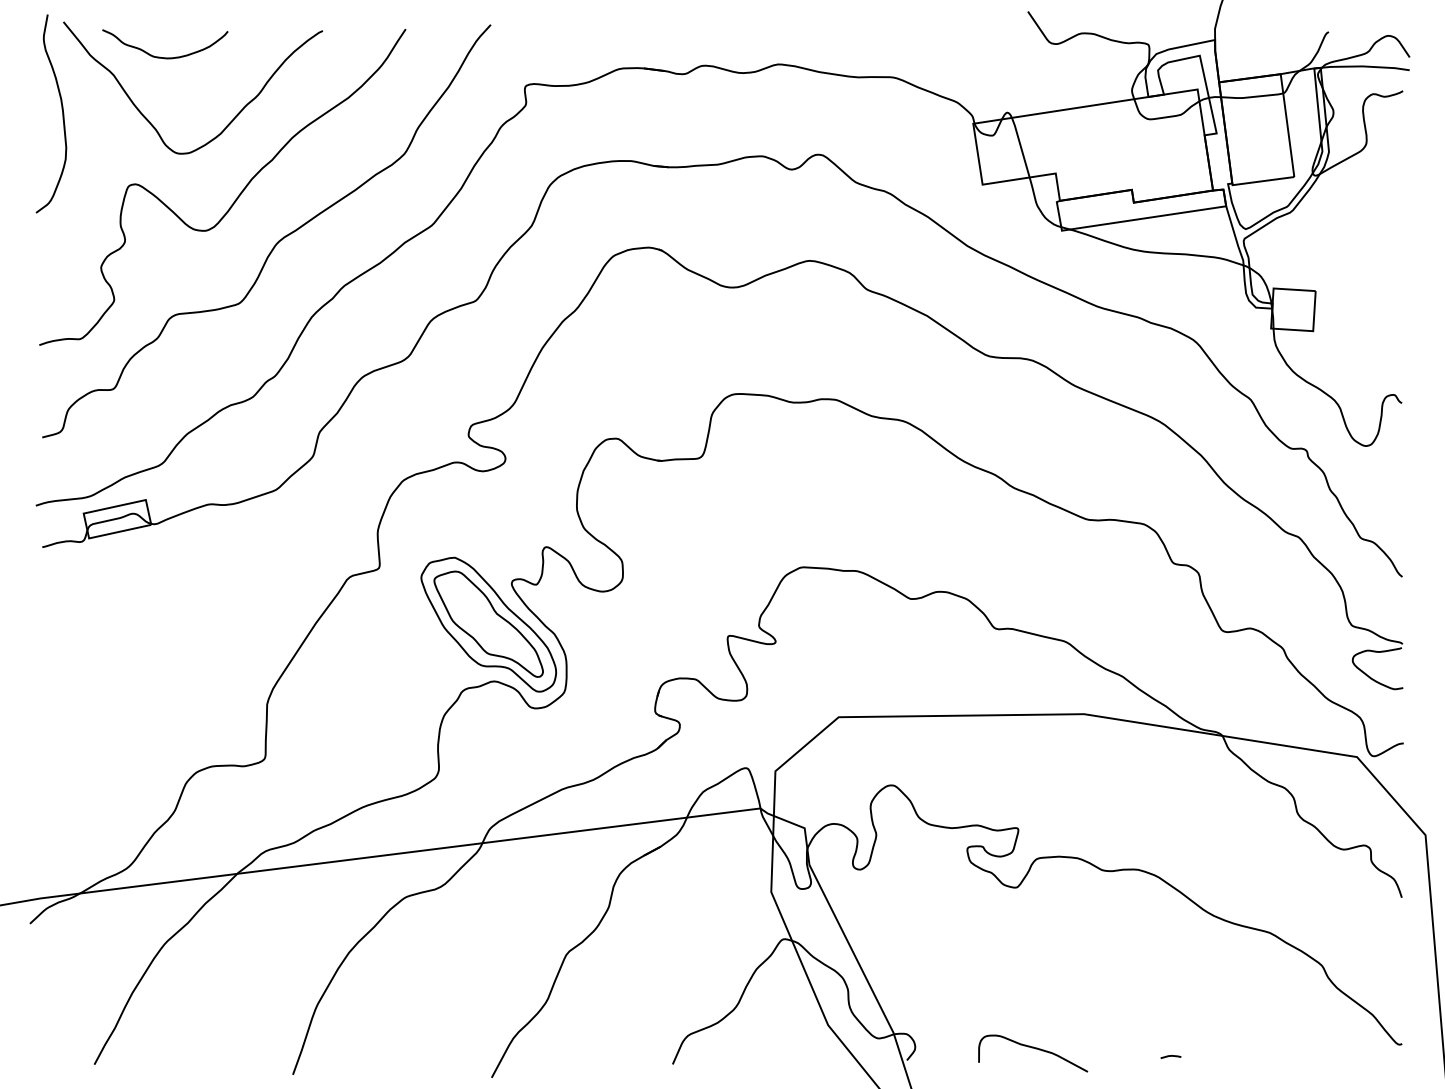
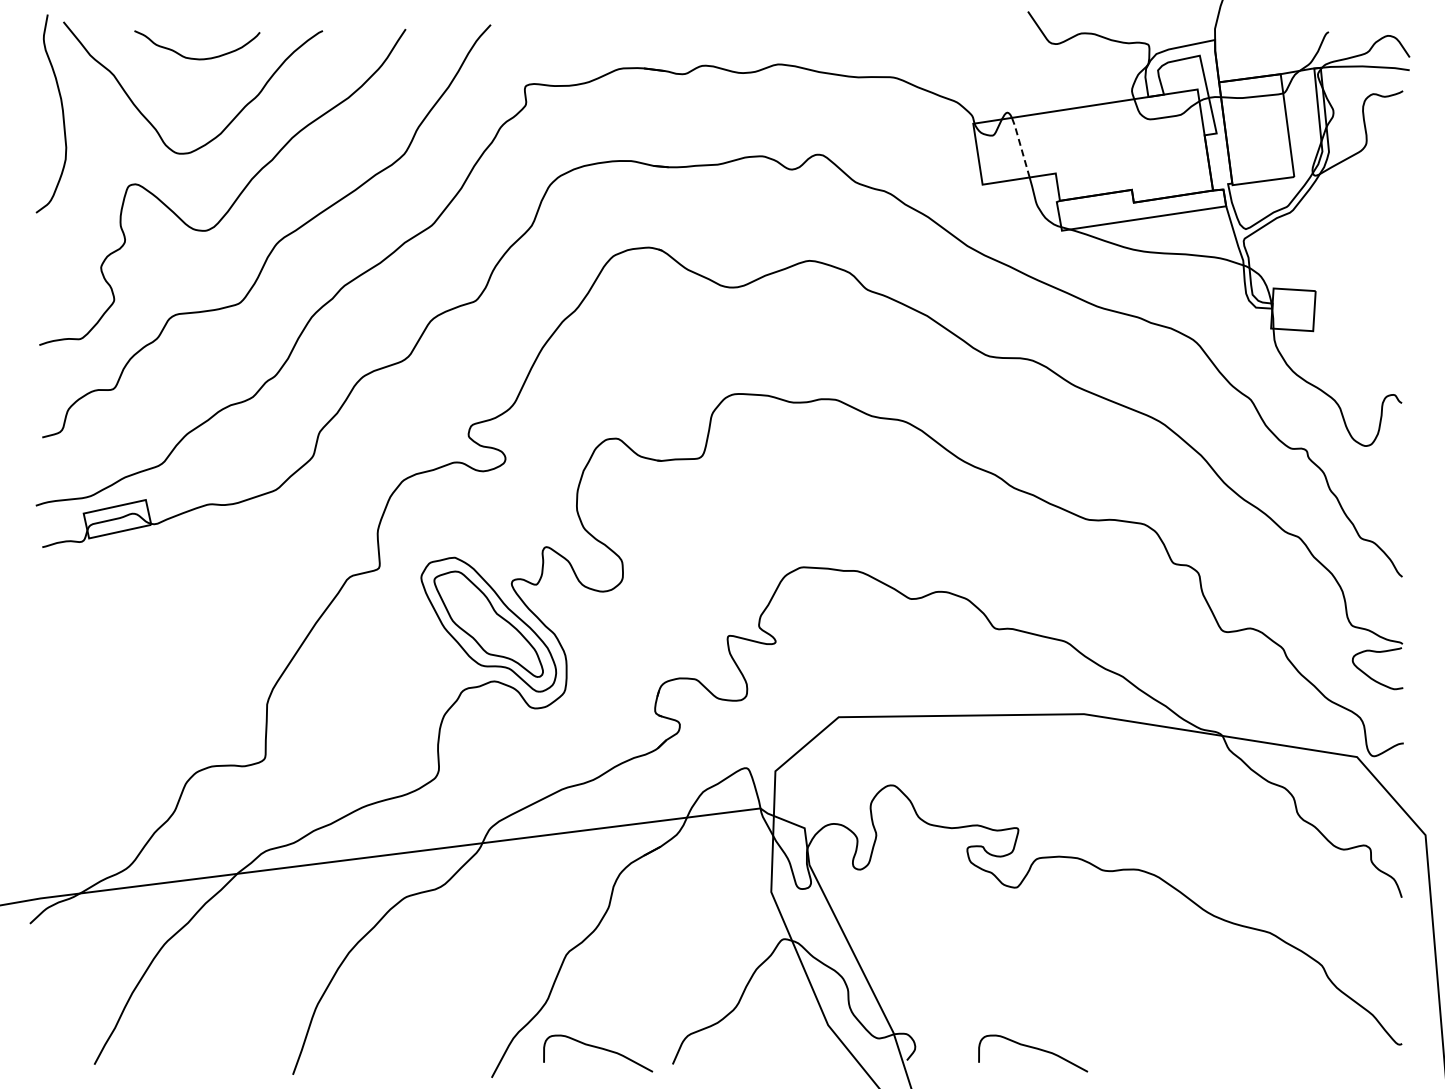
curve at (160, 56) position: (160, 56) -> (192, 57)
line at (1020, 146): solid -> dashed
curve at (600, 1049): none -> present
line at (1170, 1056): present -> none
